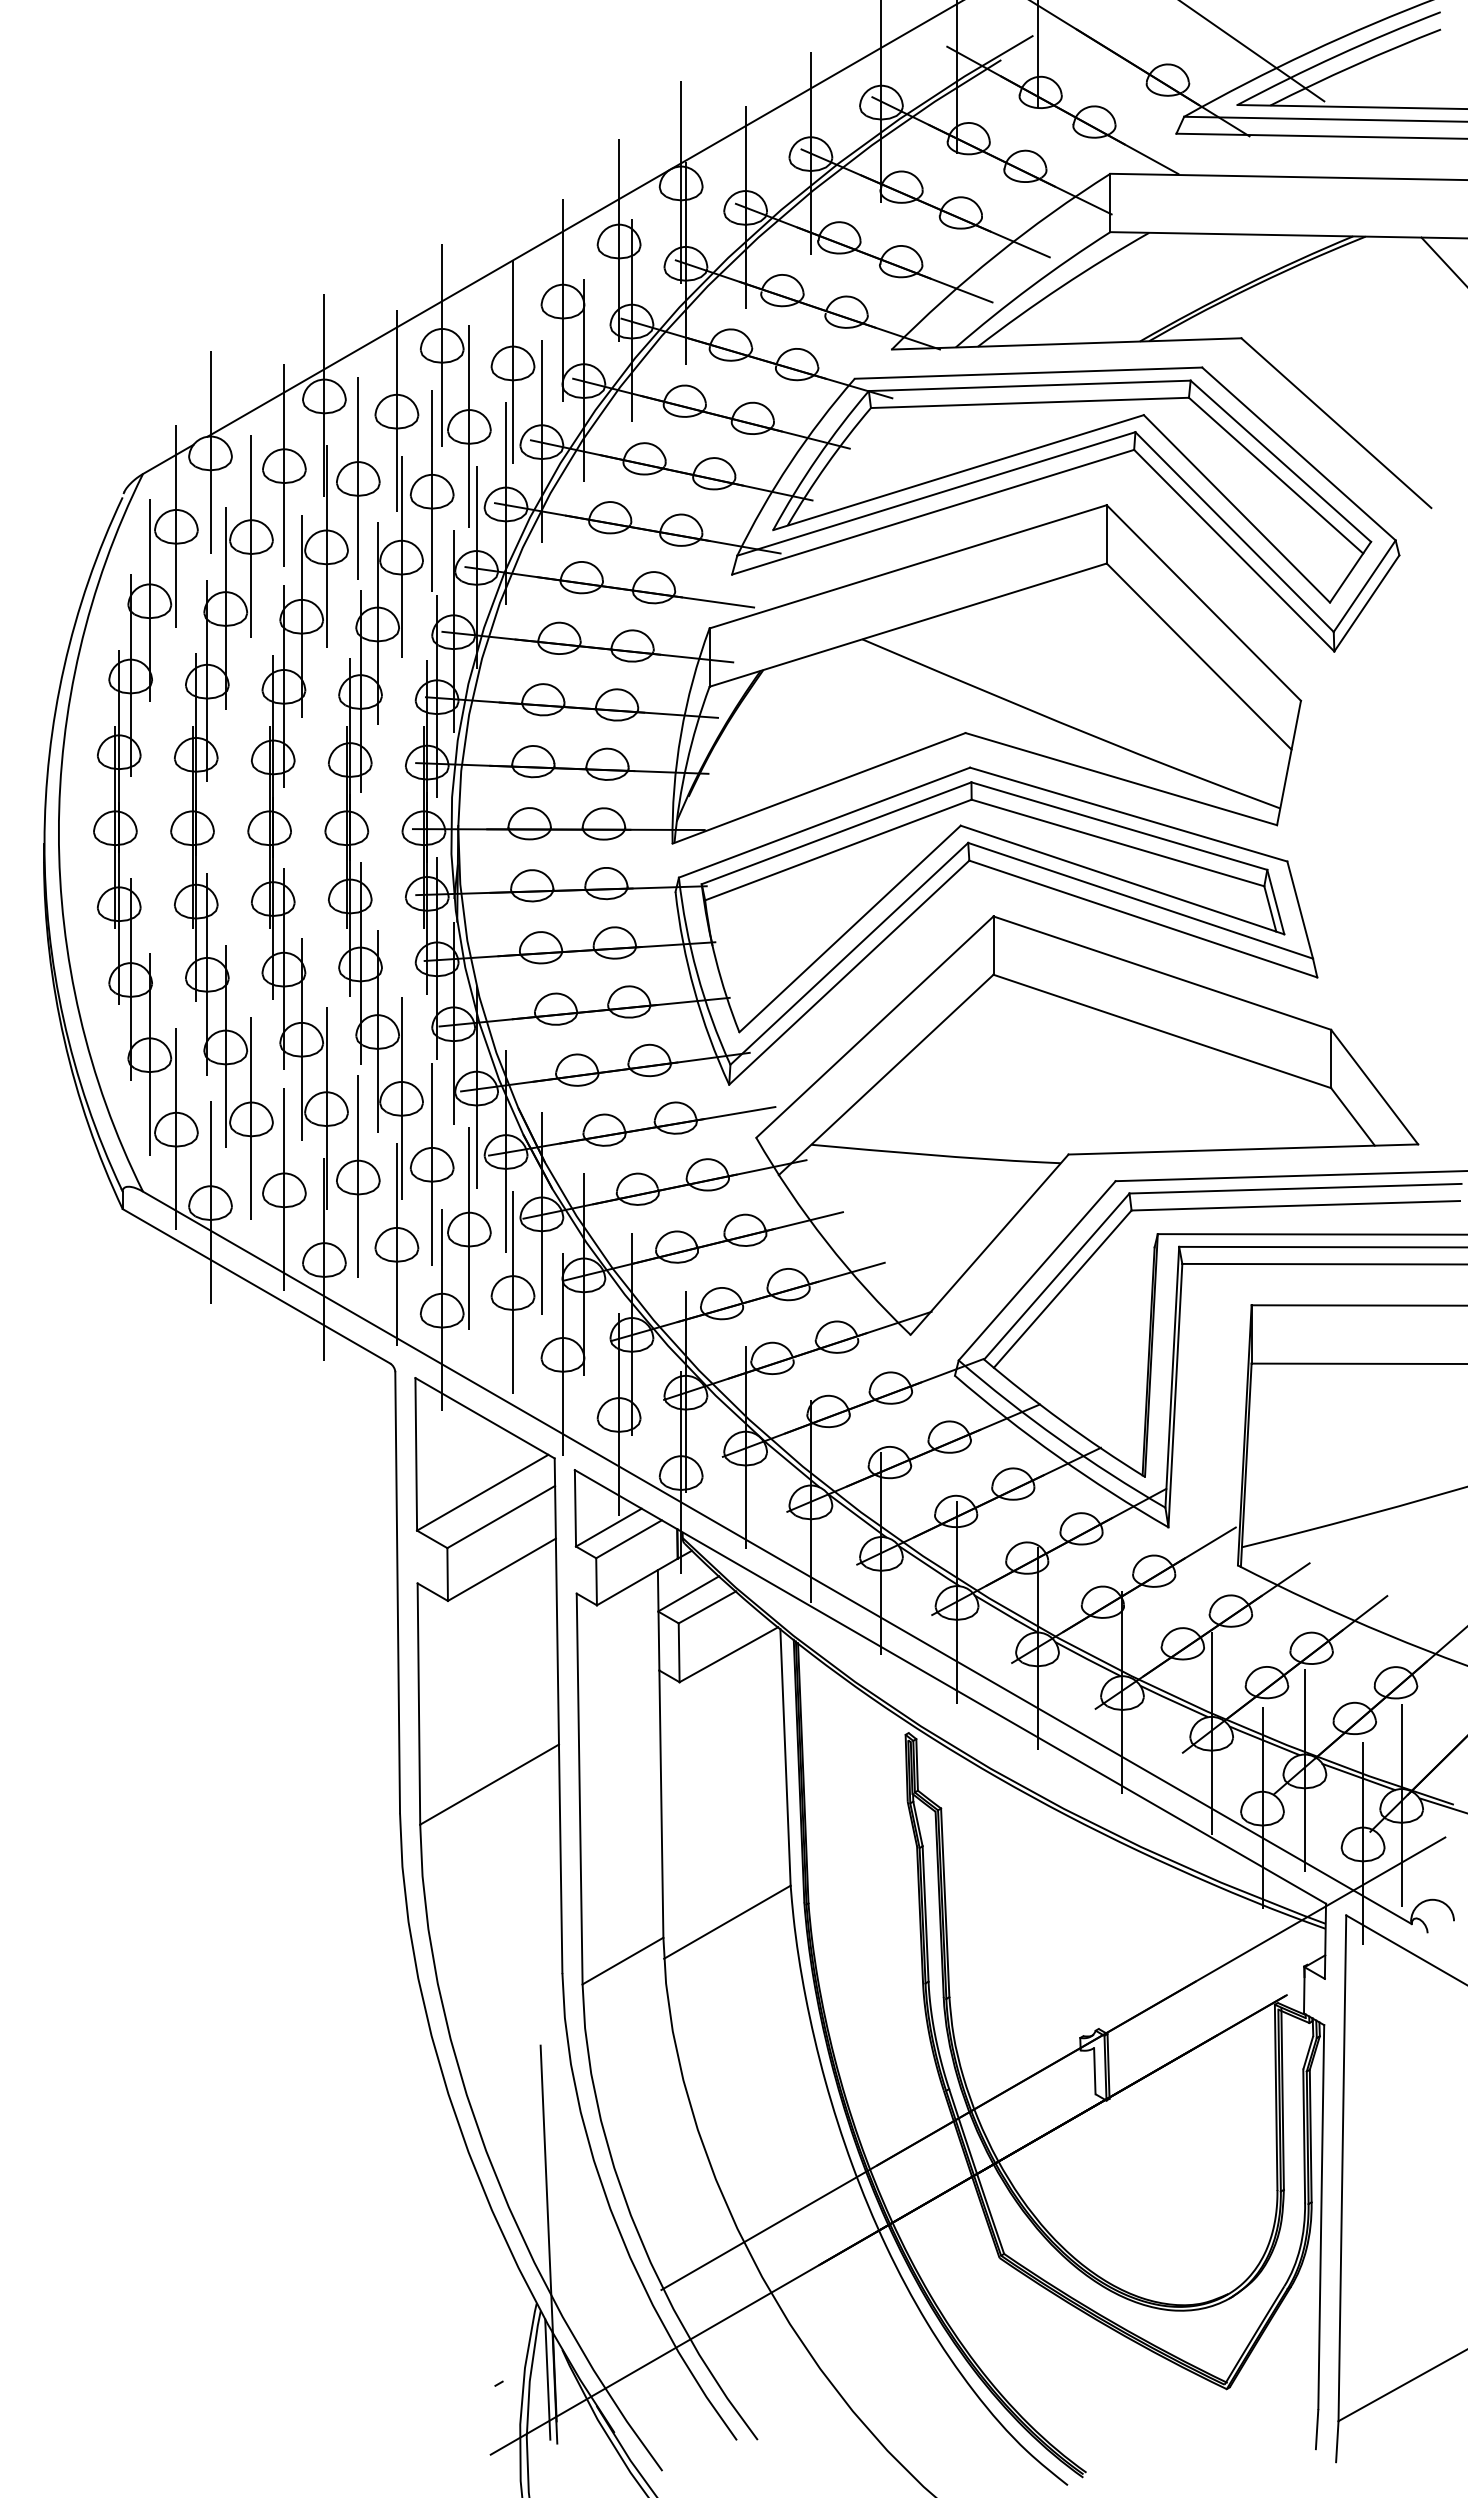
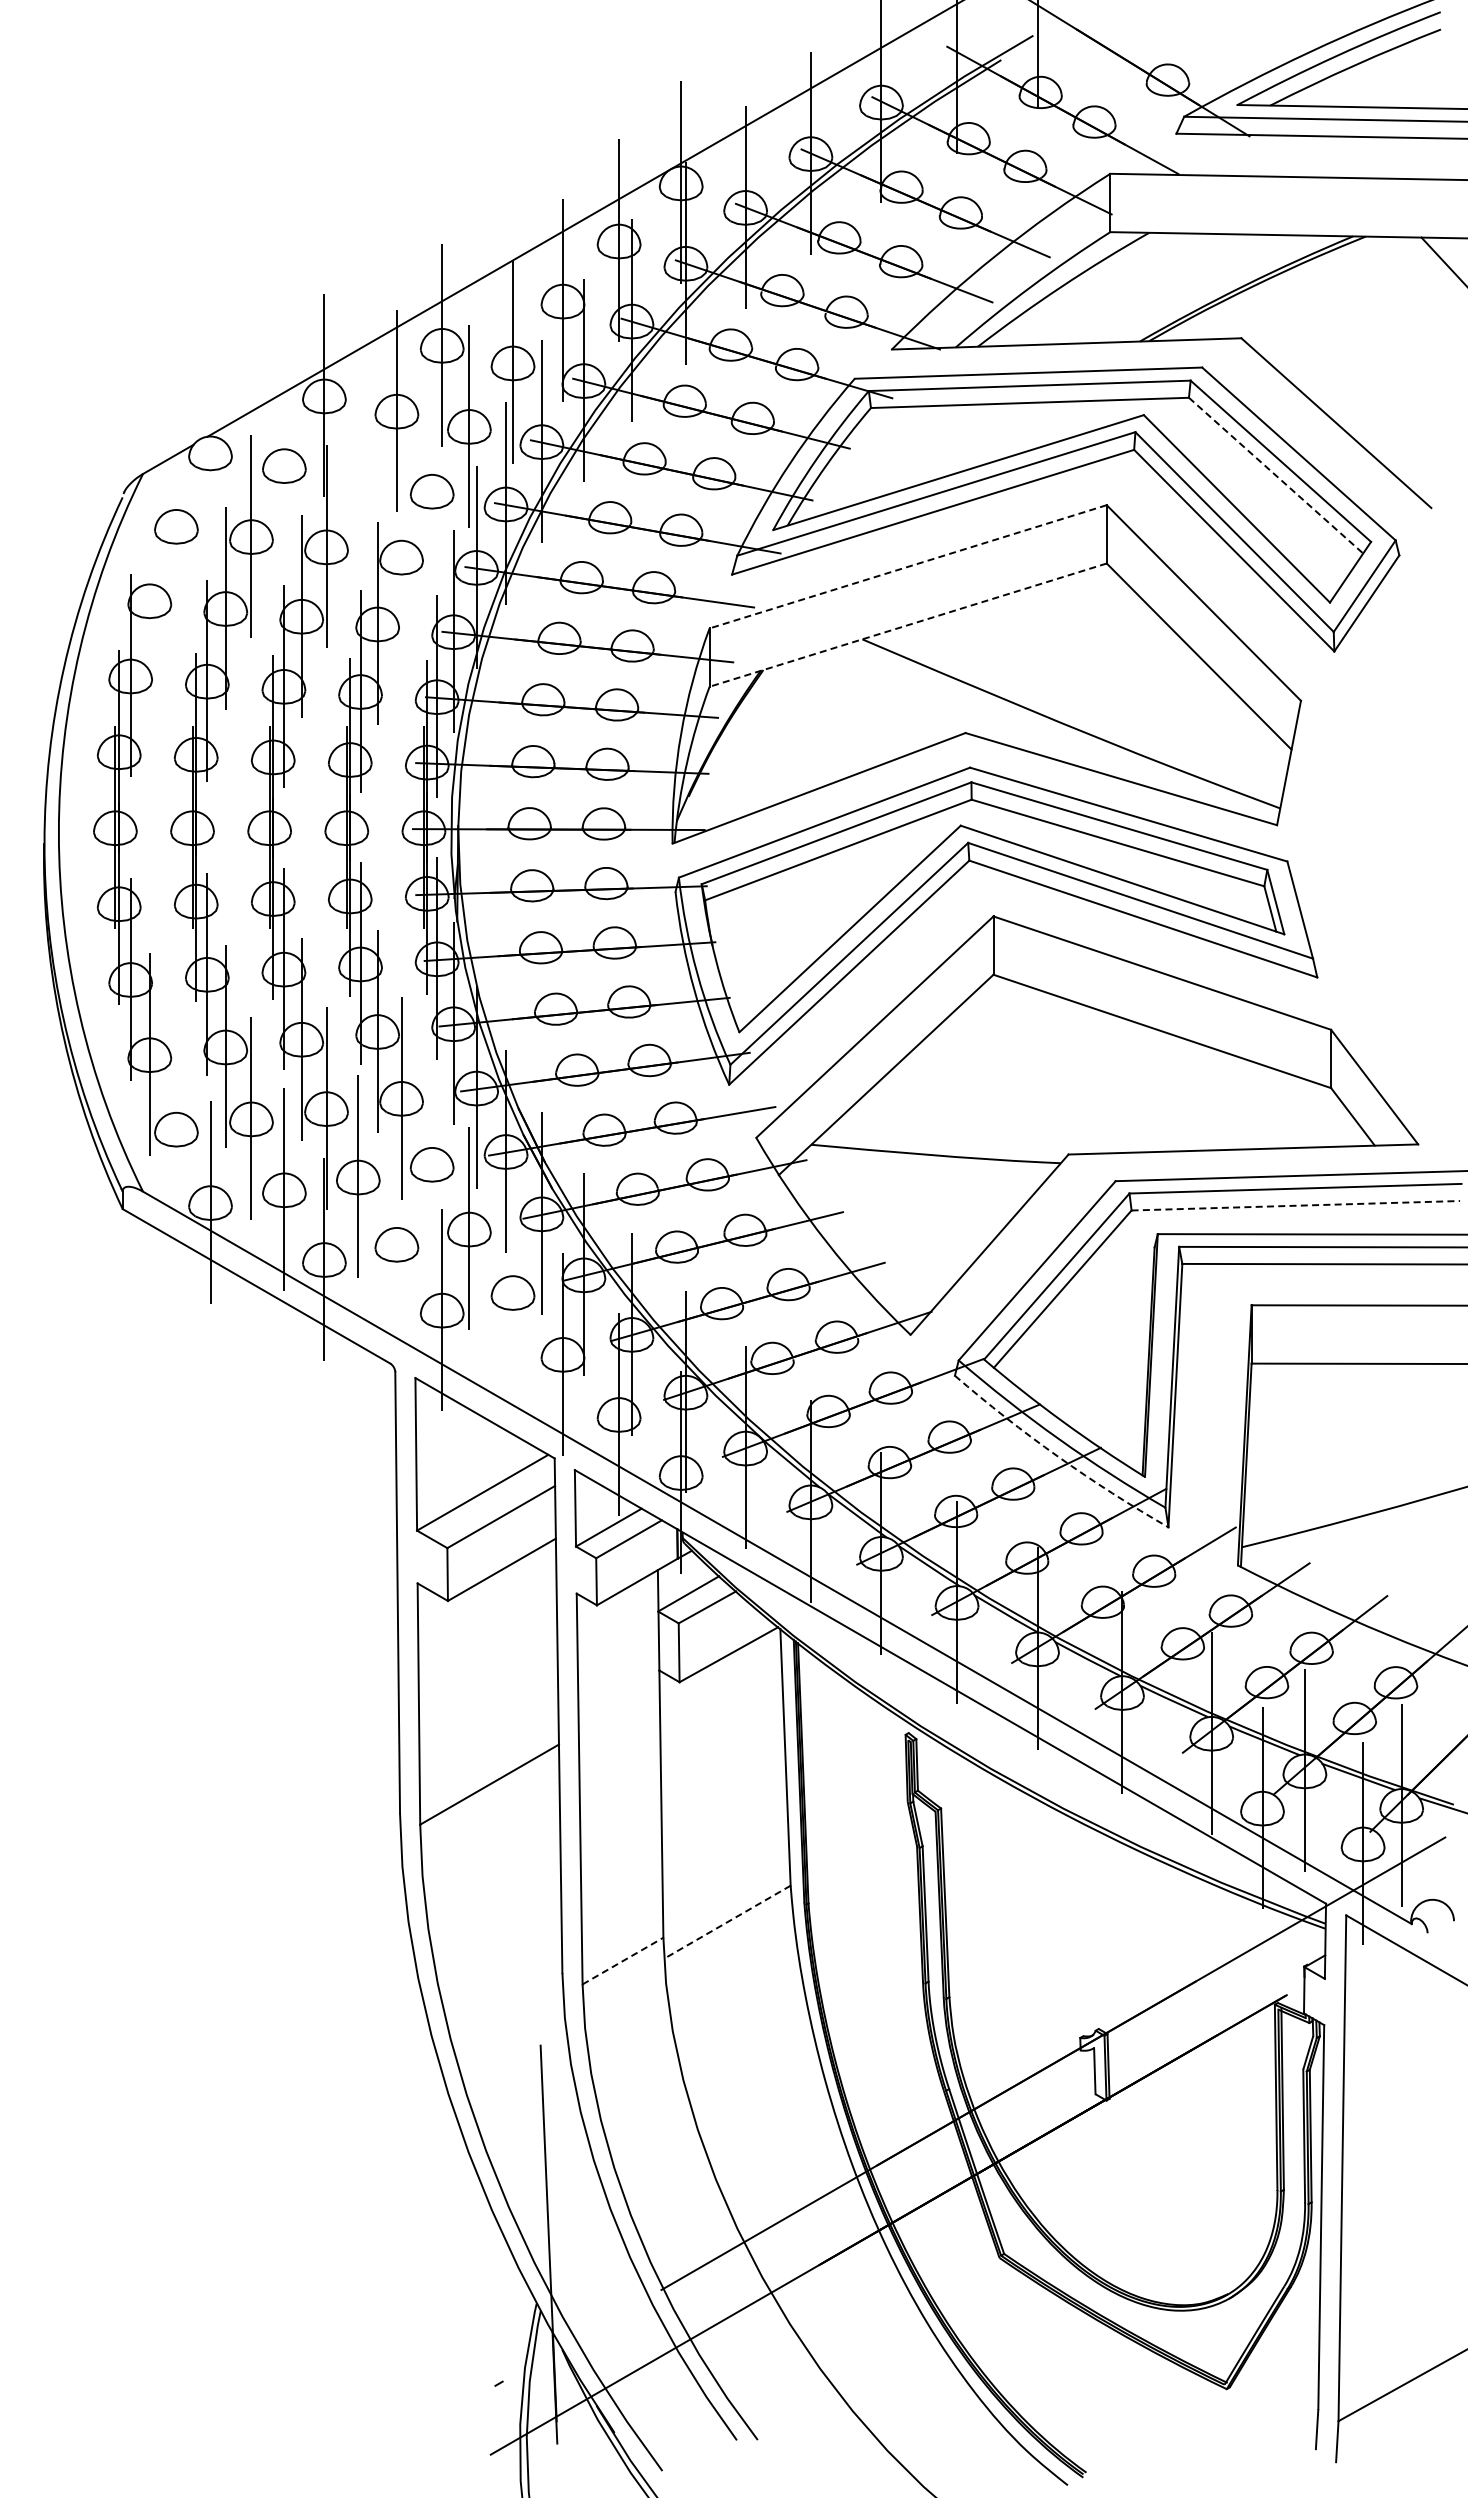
line at (1253, 51): present -> none
line at (210, 452): present -> none
line at (284, 465): present -> none
line at (1276, 475): solid -> dashed
part at (358, 478): present -> none
line at (432, 490): present -> none
line at (176, 525): present -> none
line at (401, 556): present -> none
line at (908, 566): solid -> dashed
line at (149, 600): present -> none
line at (908, 625): solid -> dashed
line at (176, 1128): present -> none
line at (432, 1163): present -> none
line at (1296, 1205): solid -> dashed
line at (396, 1243): present -> none
line at (513, 1291): present -> none
arc at (1058, 1456): solid -> dashed
line at (726, 1922): solid -> dashed
line at (623, 1961): solid -> dashed
line at (547, 2379): present -> none
